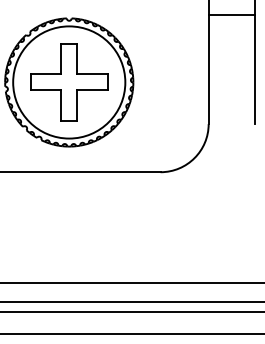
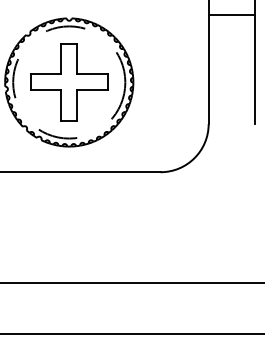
circle at (69, 82): solid -> dashed
line at (131, 302): present -> none
line at (131, 311): present -> none
